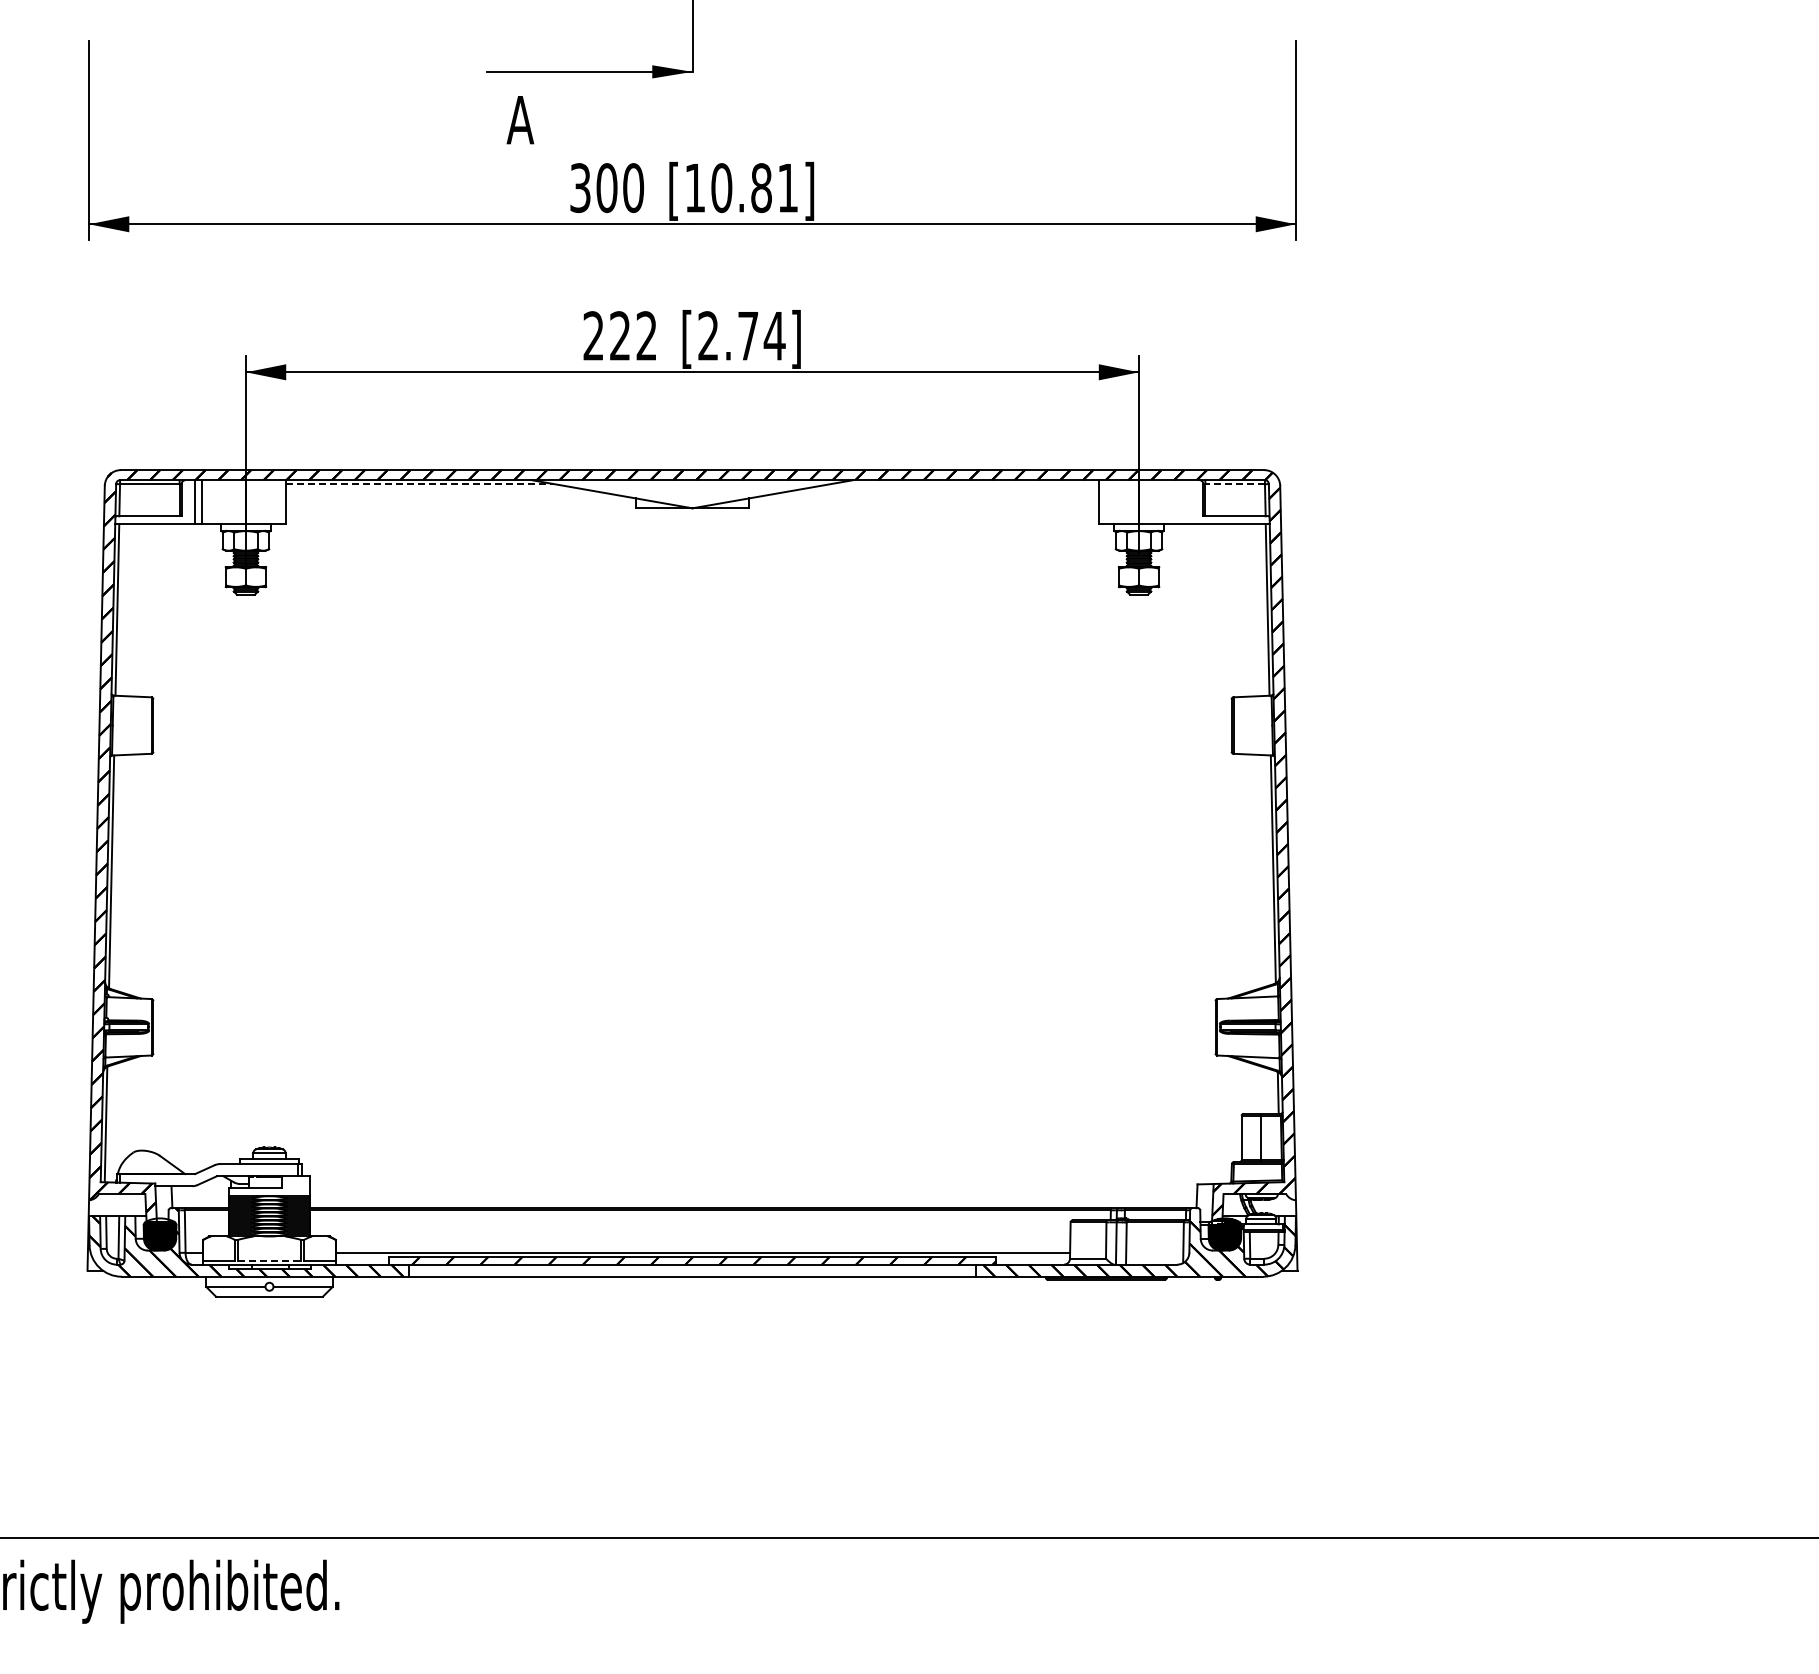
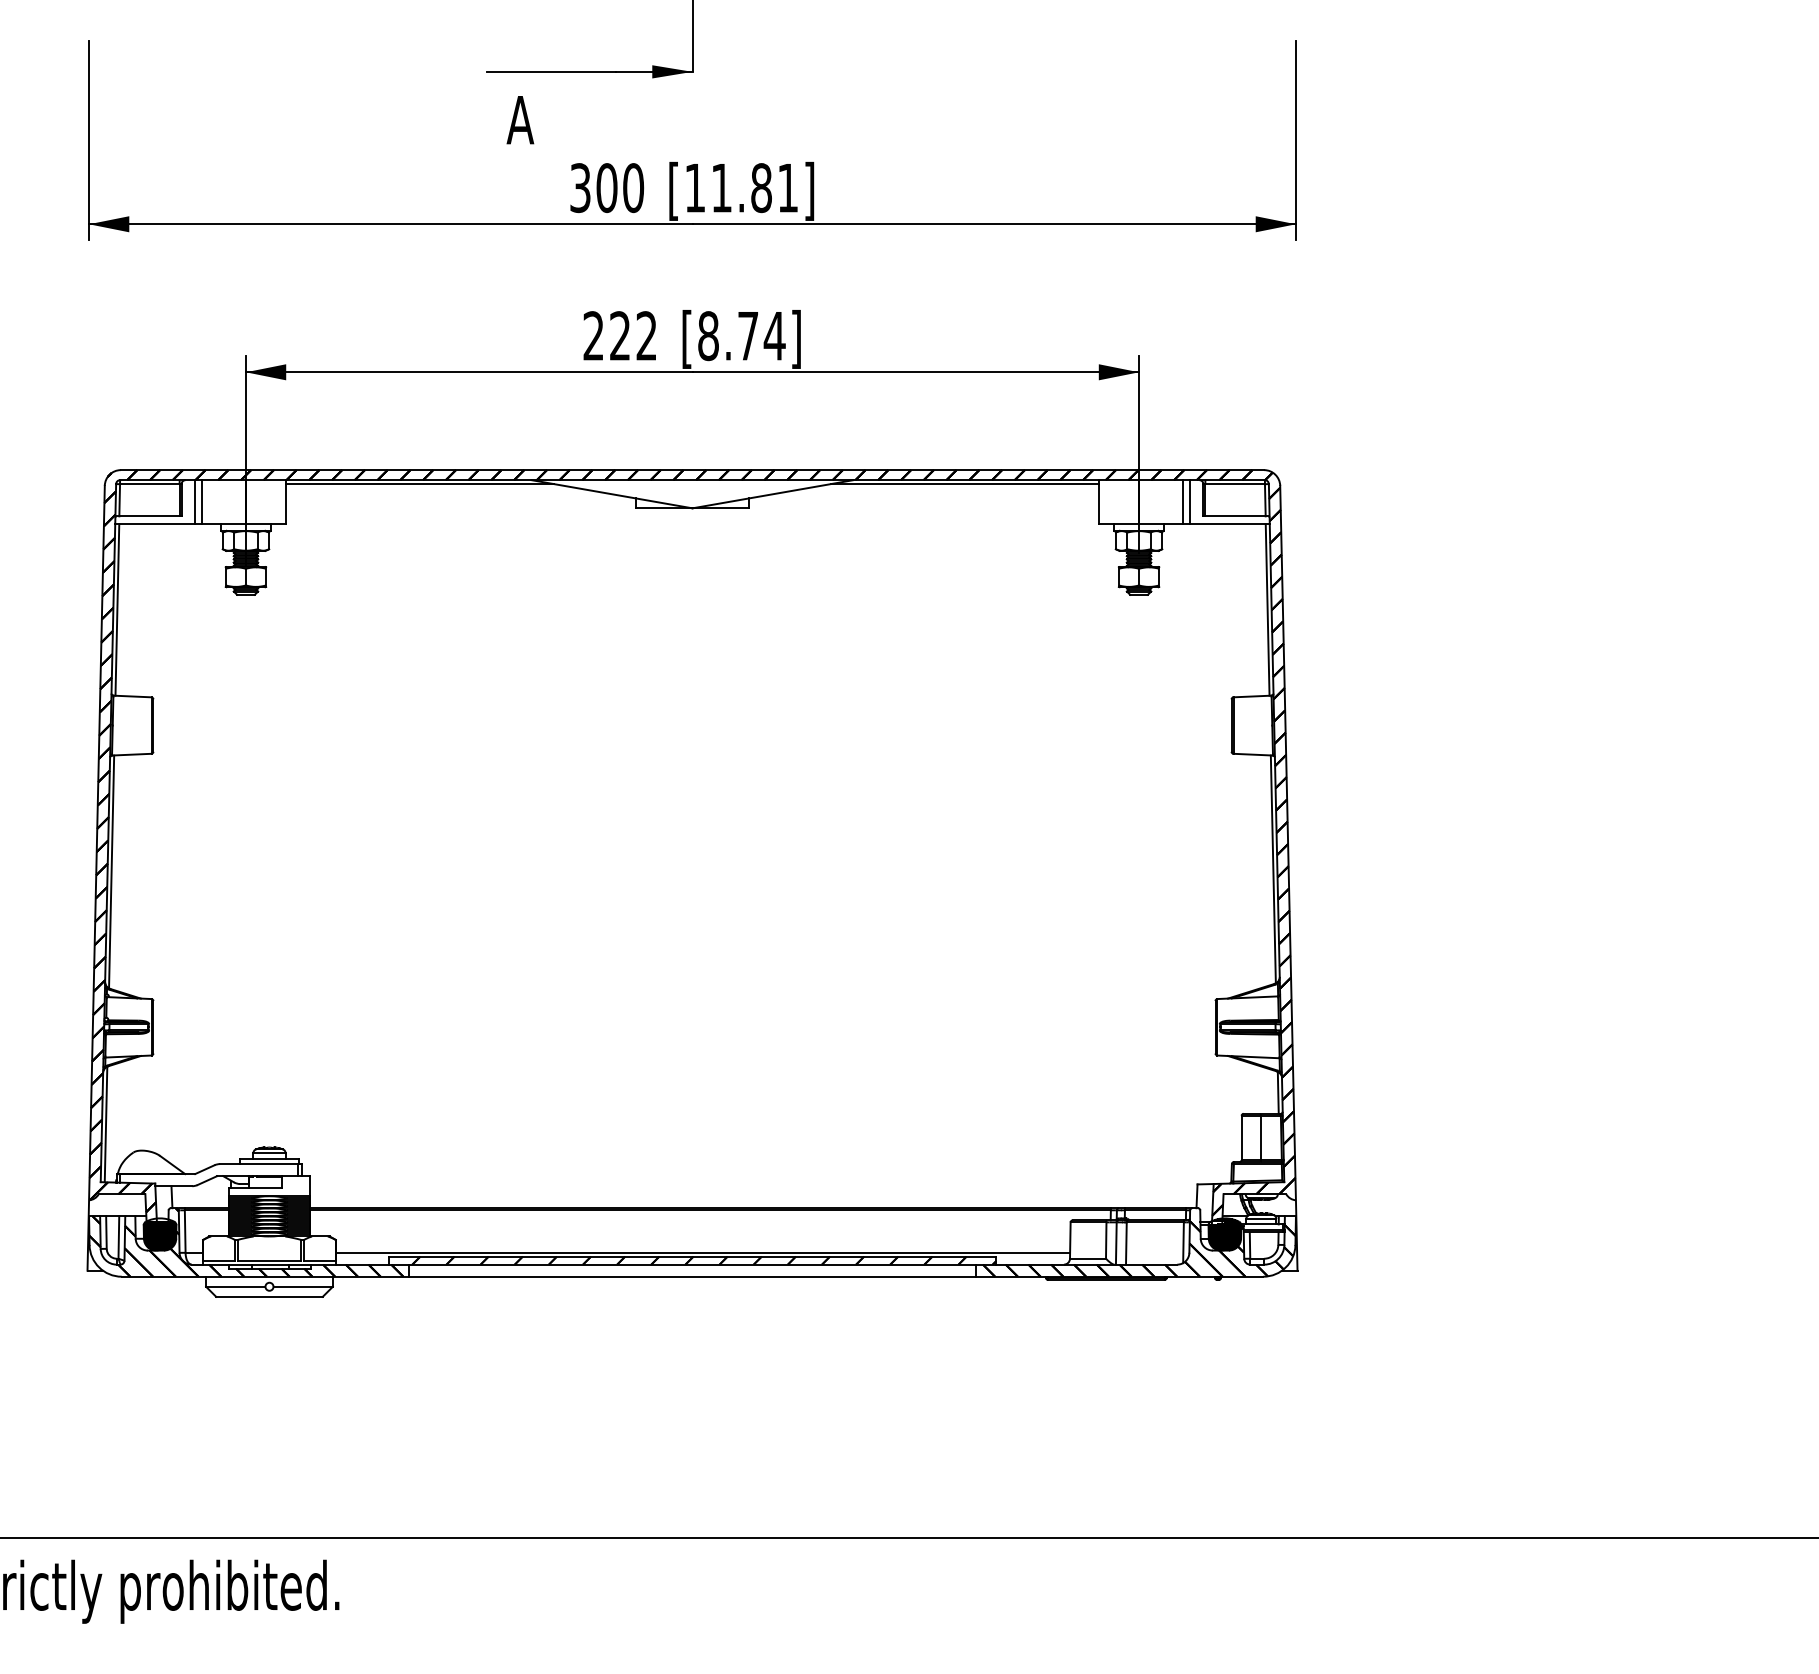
text at (721, 188): [10.81] -> [11.81]
text at (708, 336): [2.74] -> [8.74]
line at (420, 484): dashed -> solid
line at (964, 484): none -> present
line at (1234, 484): dashed -> solid
line at (1183, 502): none -> present
line at (1189, 502): none -> present
line at (269, 1260): dashed -> solid
